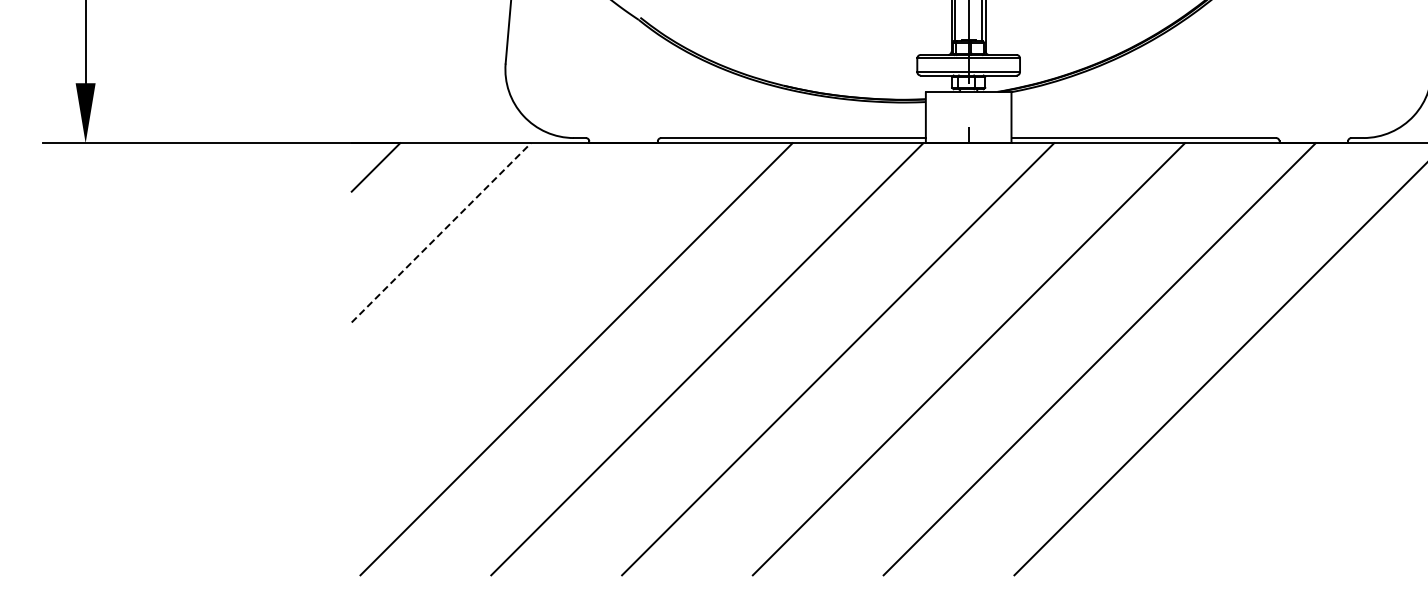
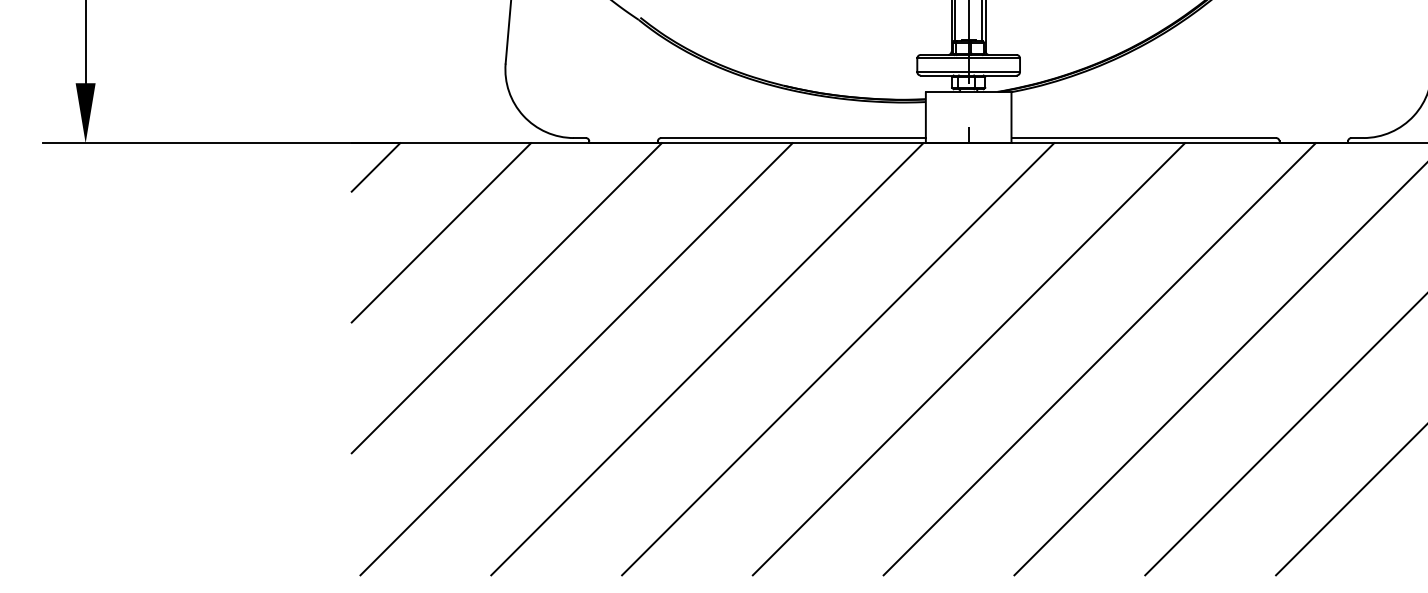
line at (441, 232): dashed -> solid
line at (506, 298): none -> present
line at (1284, 435): none -> present
line at (1350, 500): none -> present
